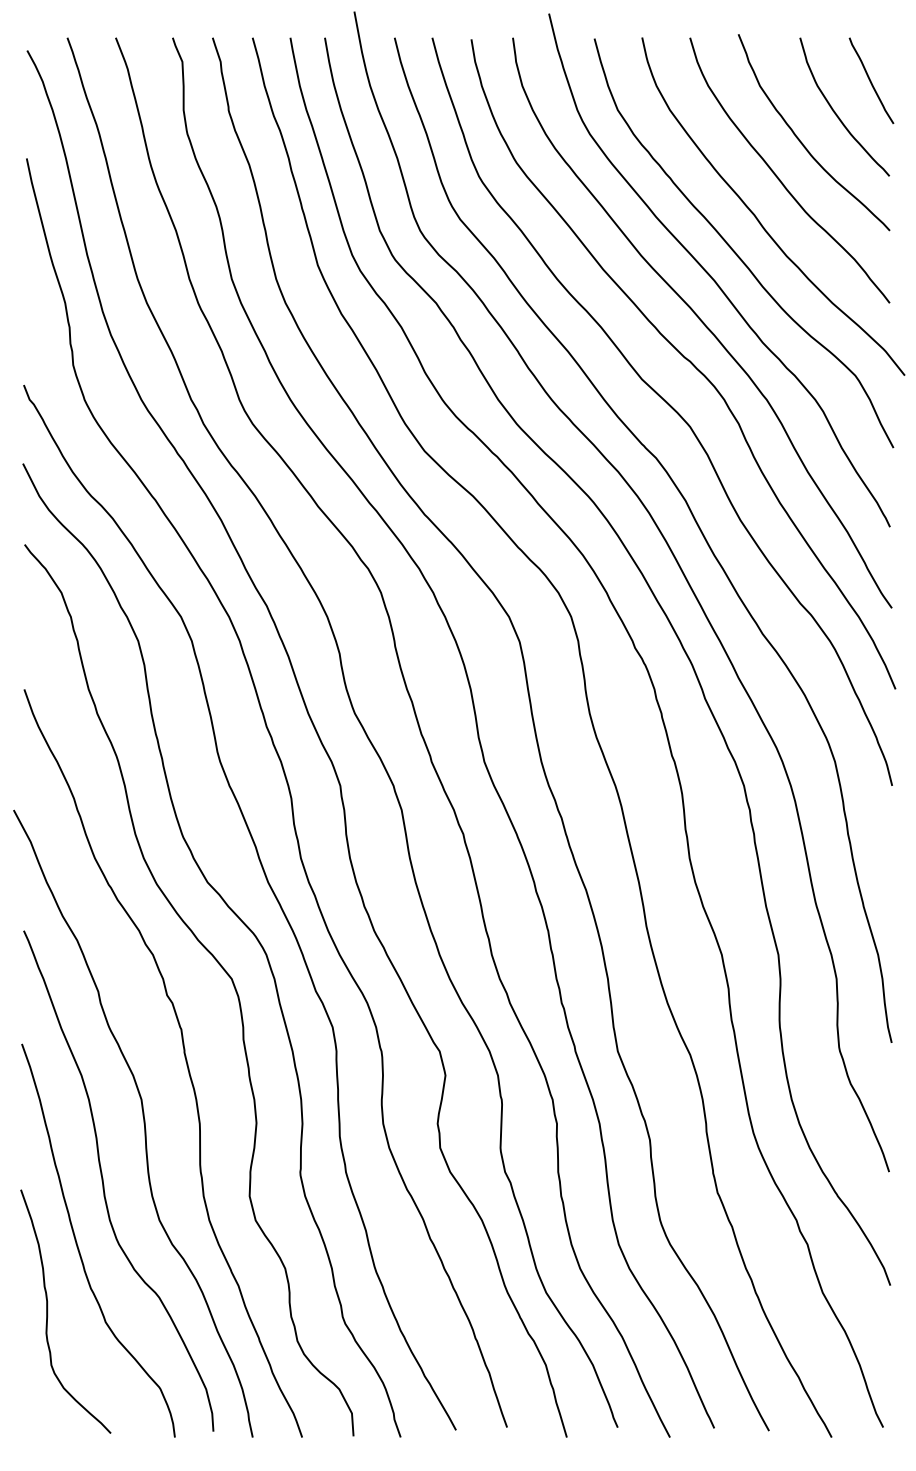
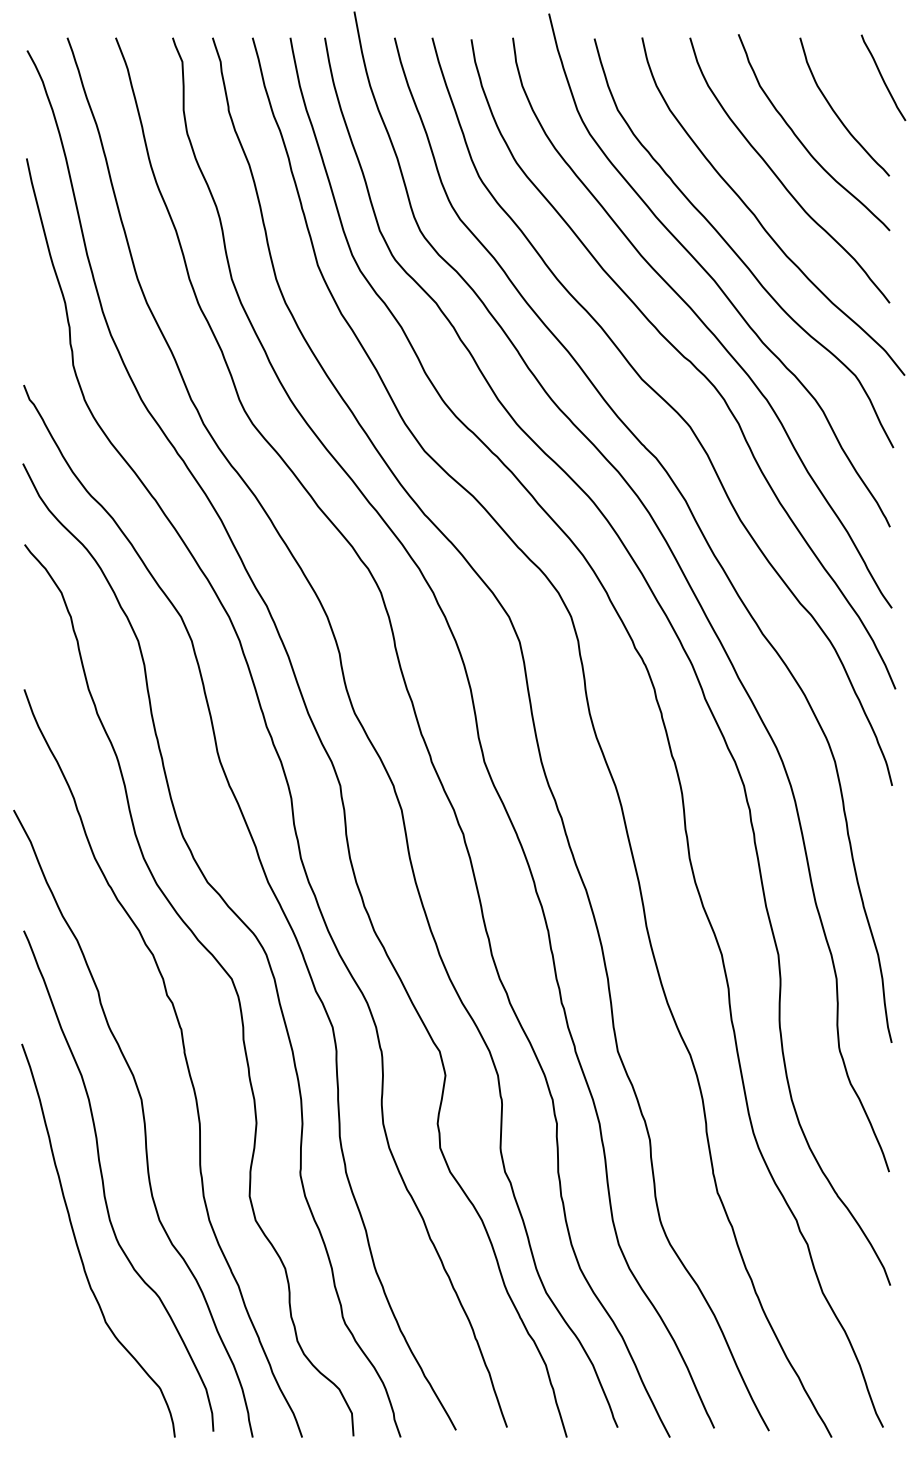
curve at (871, 80) position: (871, 80) -> (883, 77)
curve at (48, 1311): present -> none
